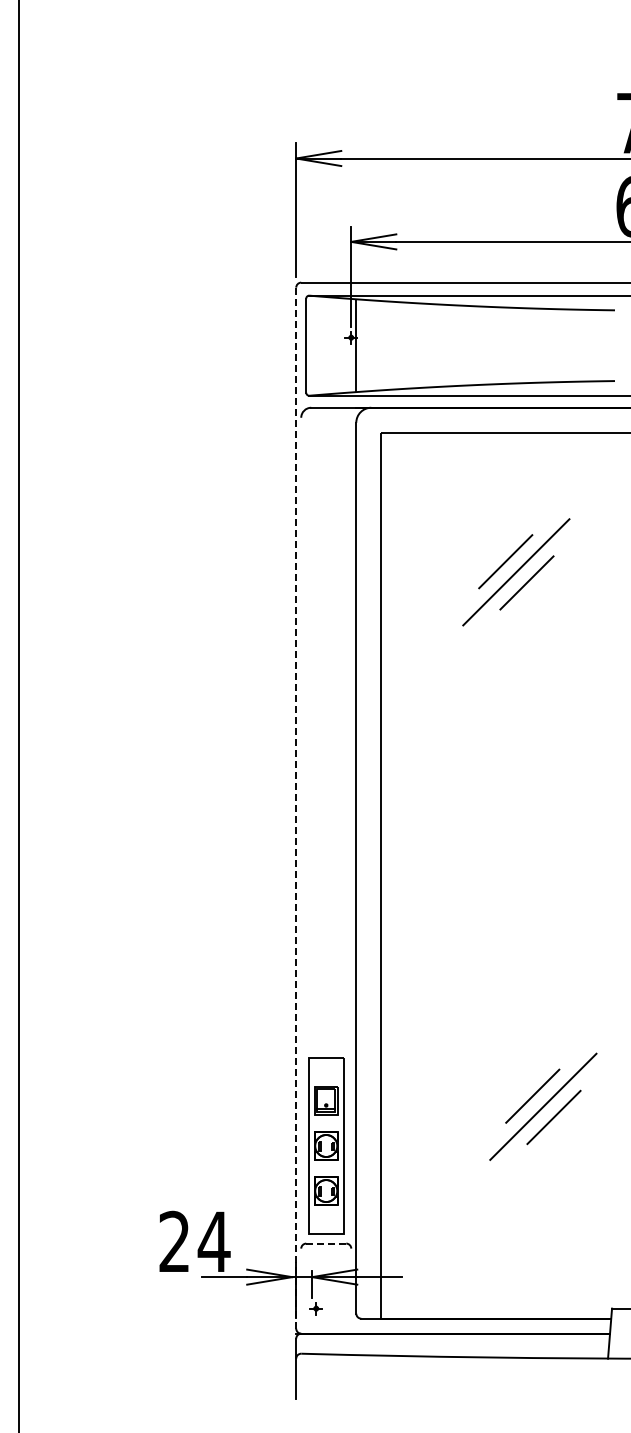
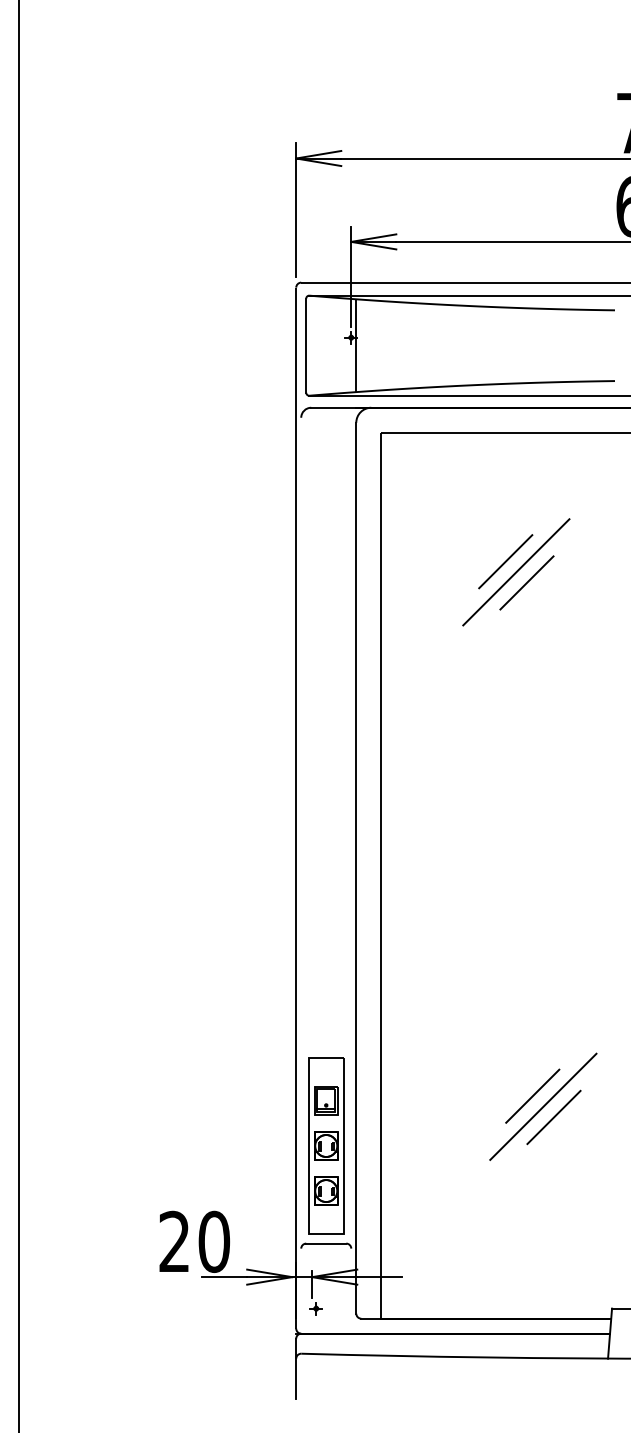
line at (296, 808): dashed -> solid
text at (213, 1241): 24 -> 20
line at (326, 1243): dashed -> solid
